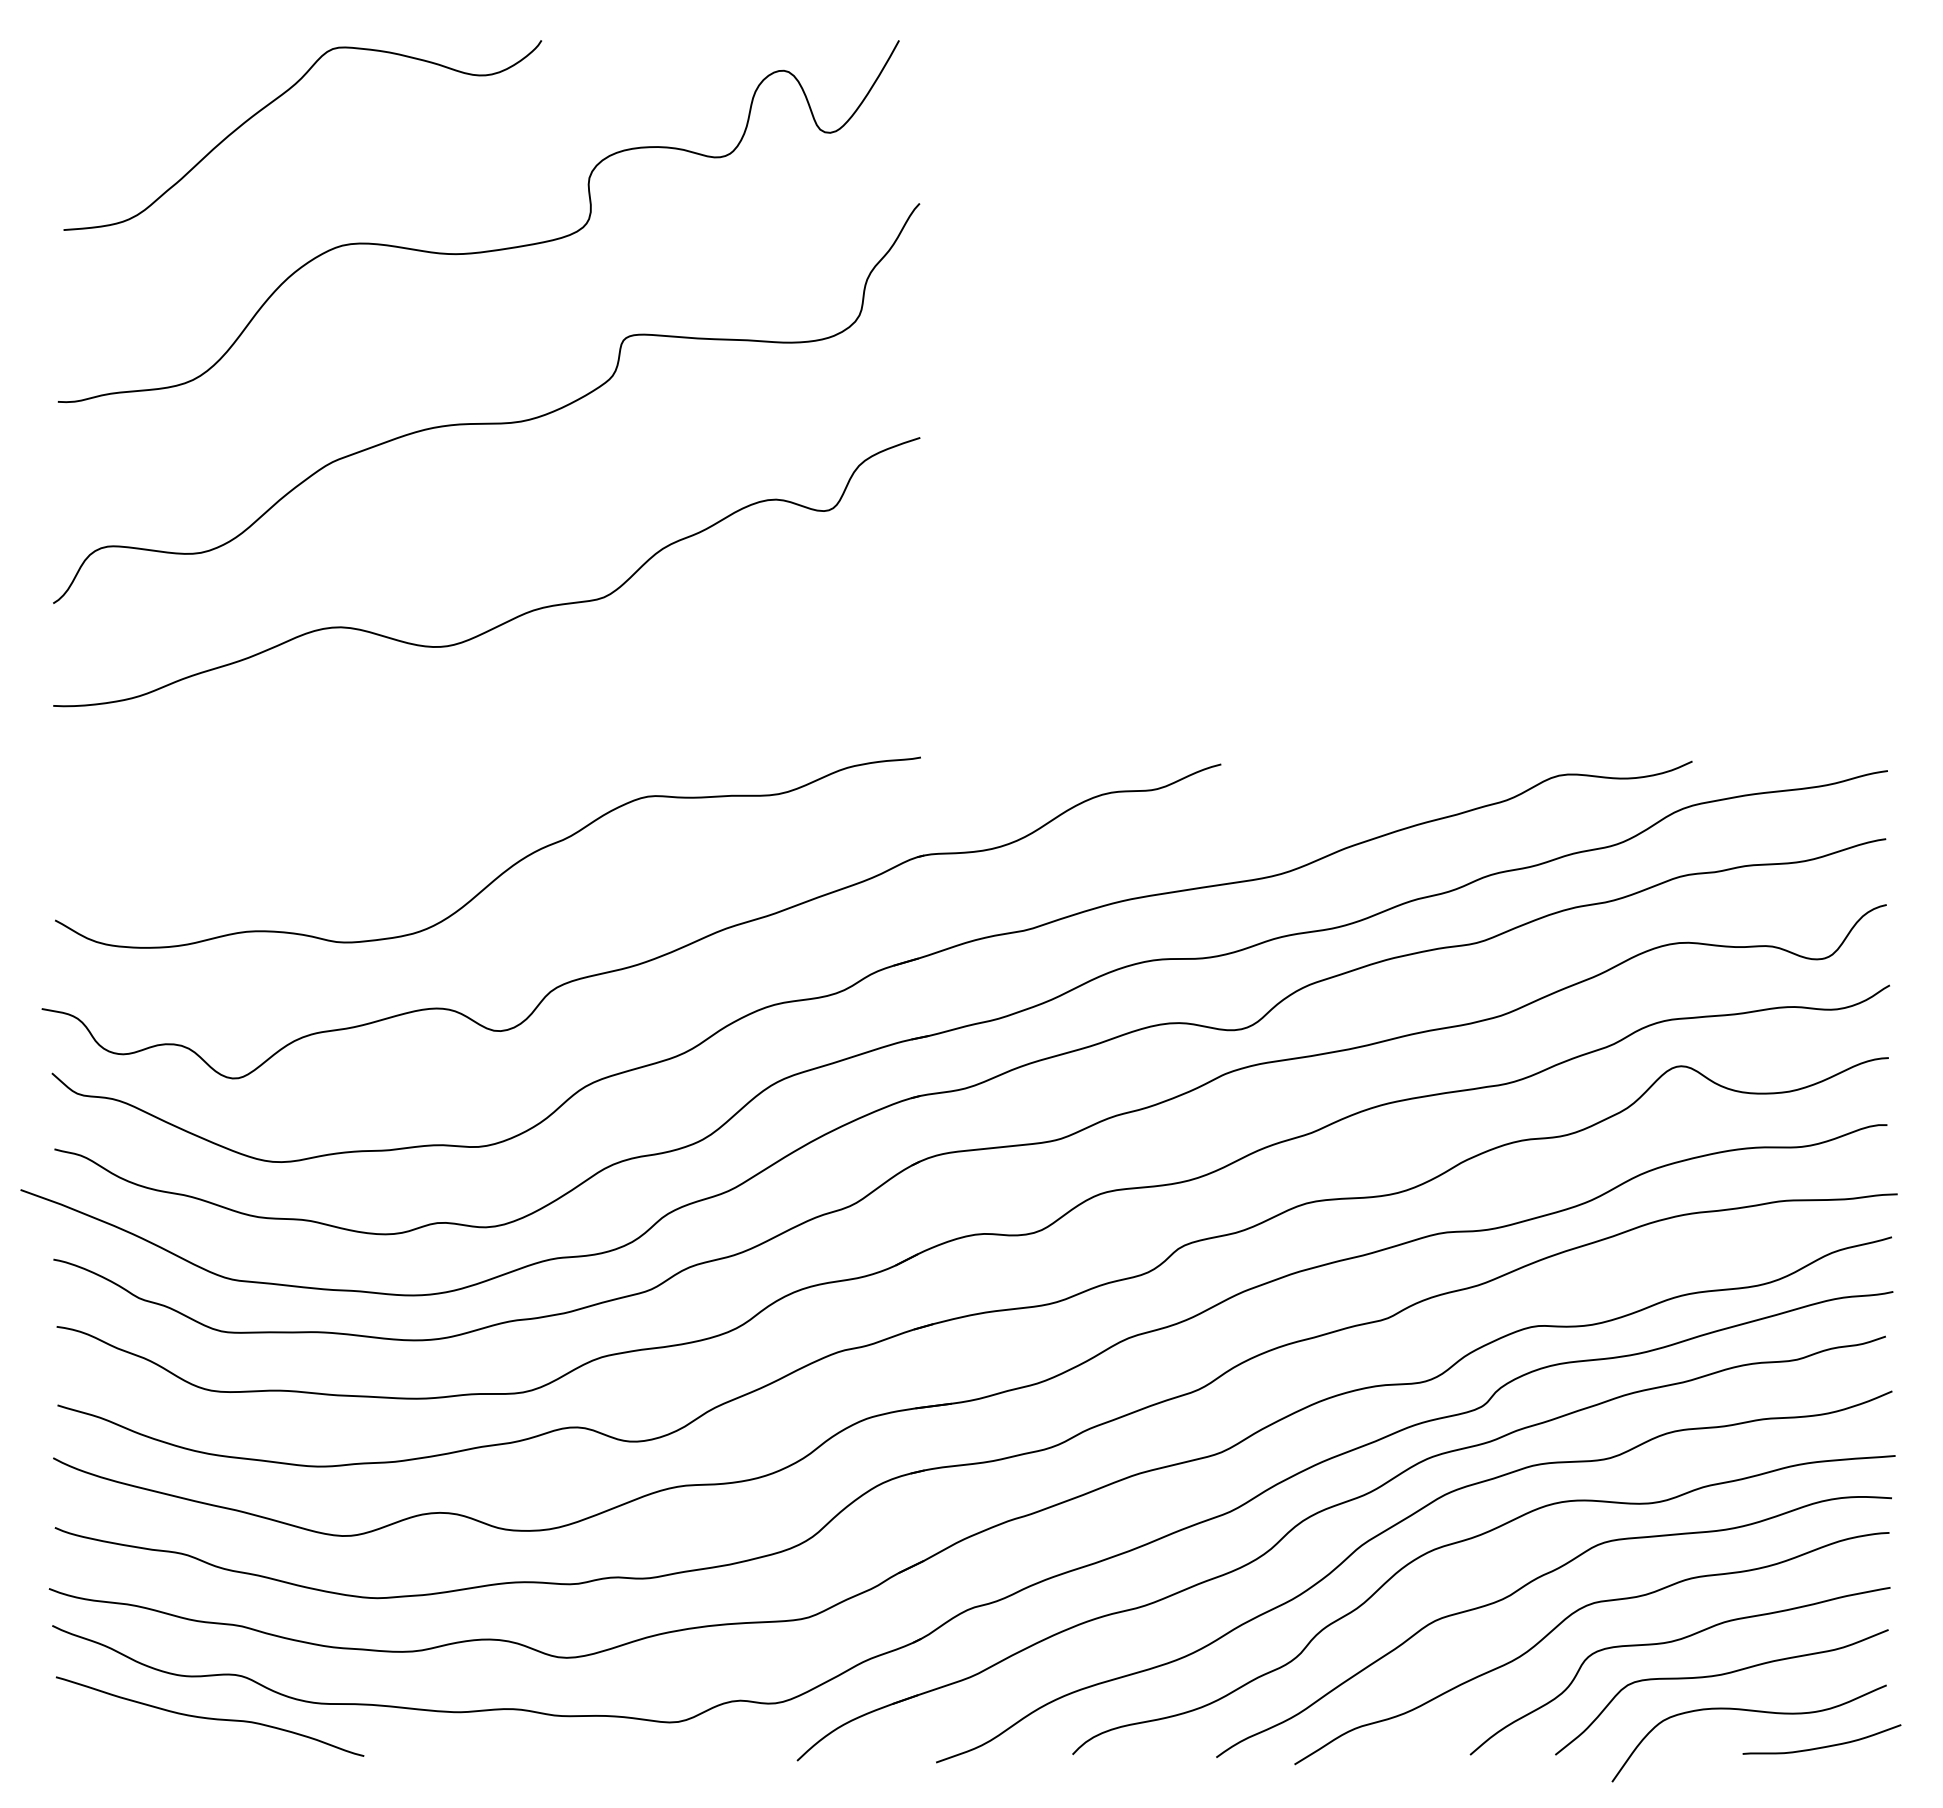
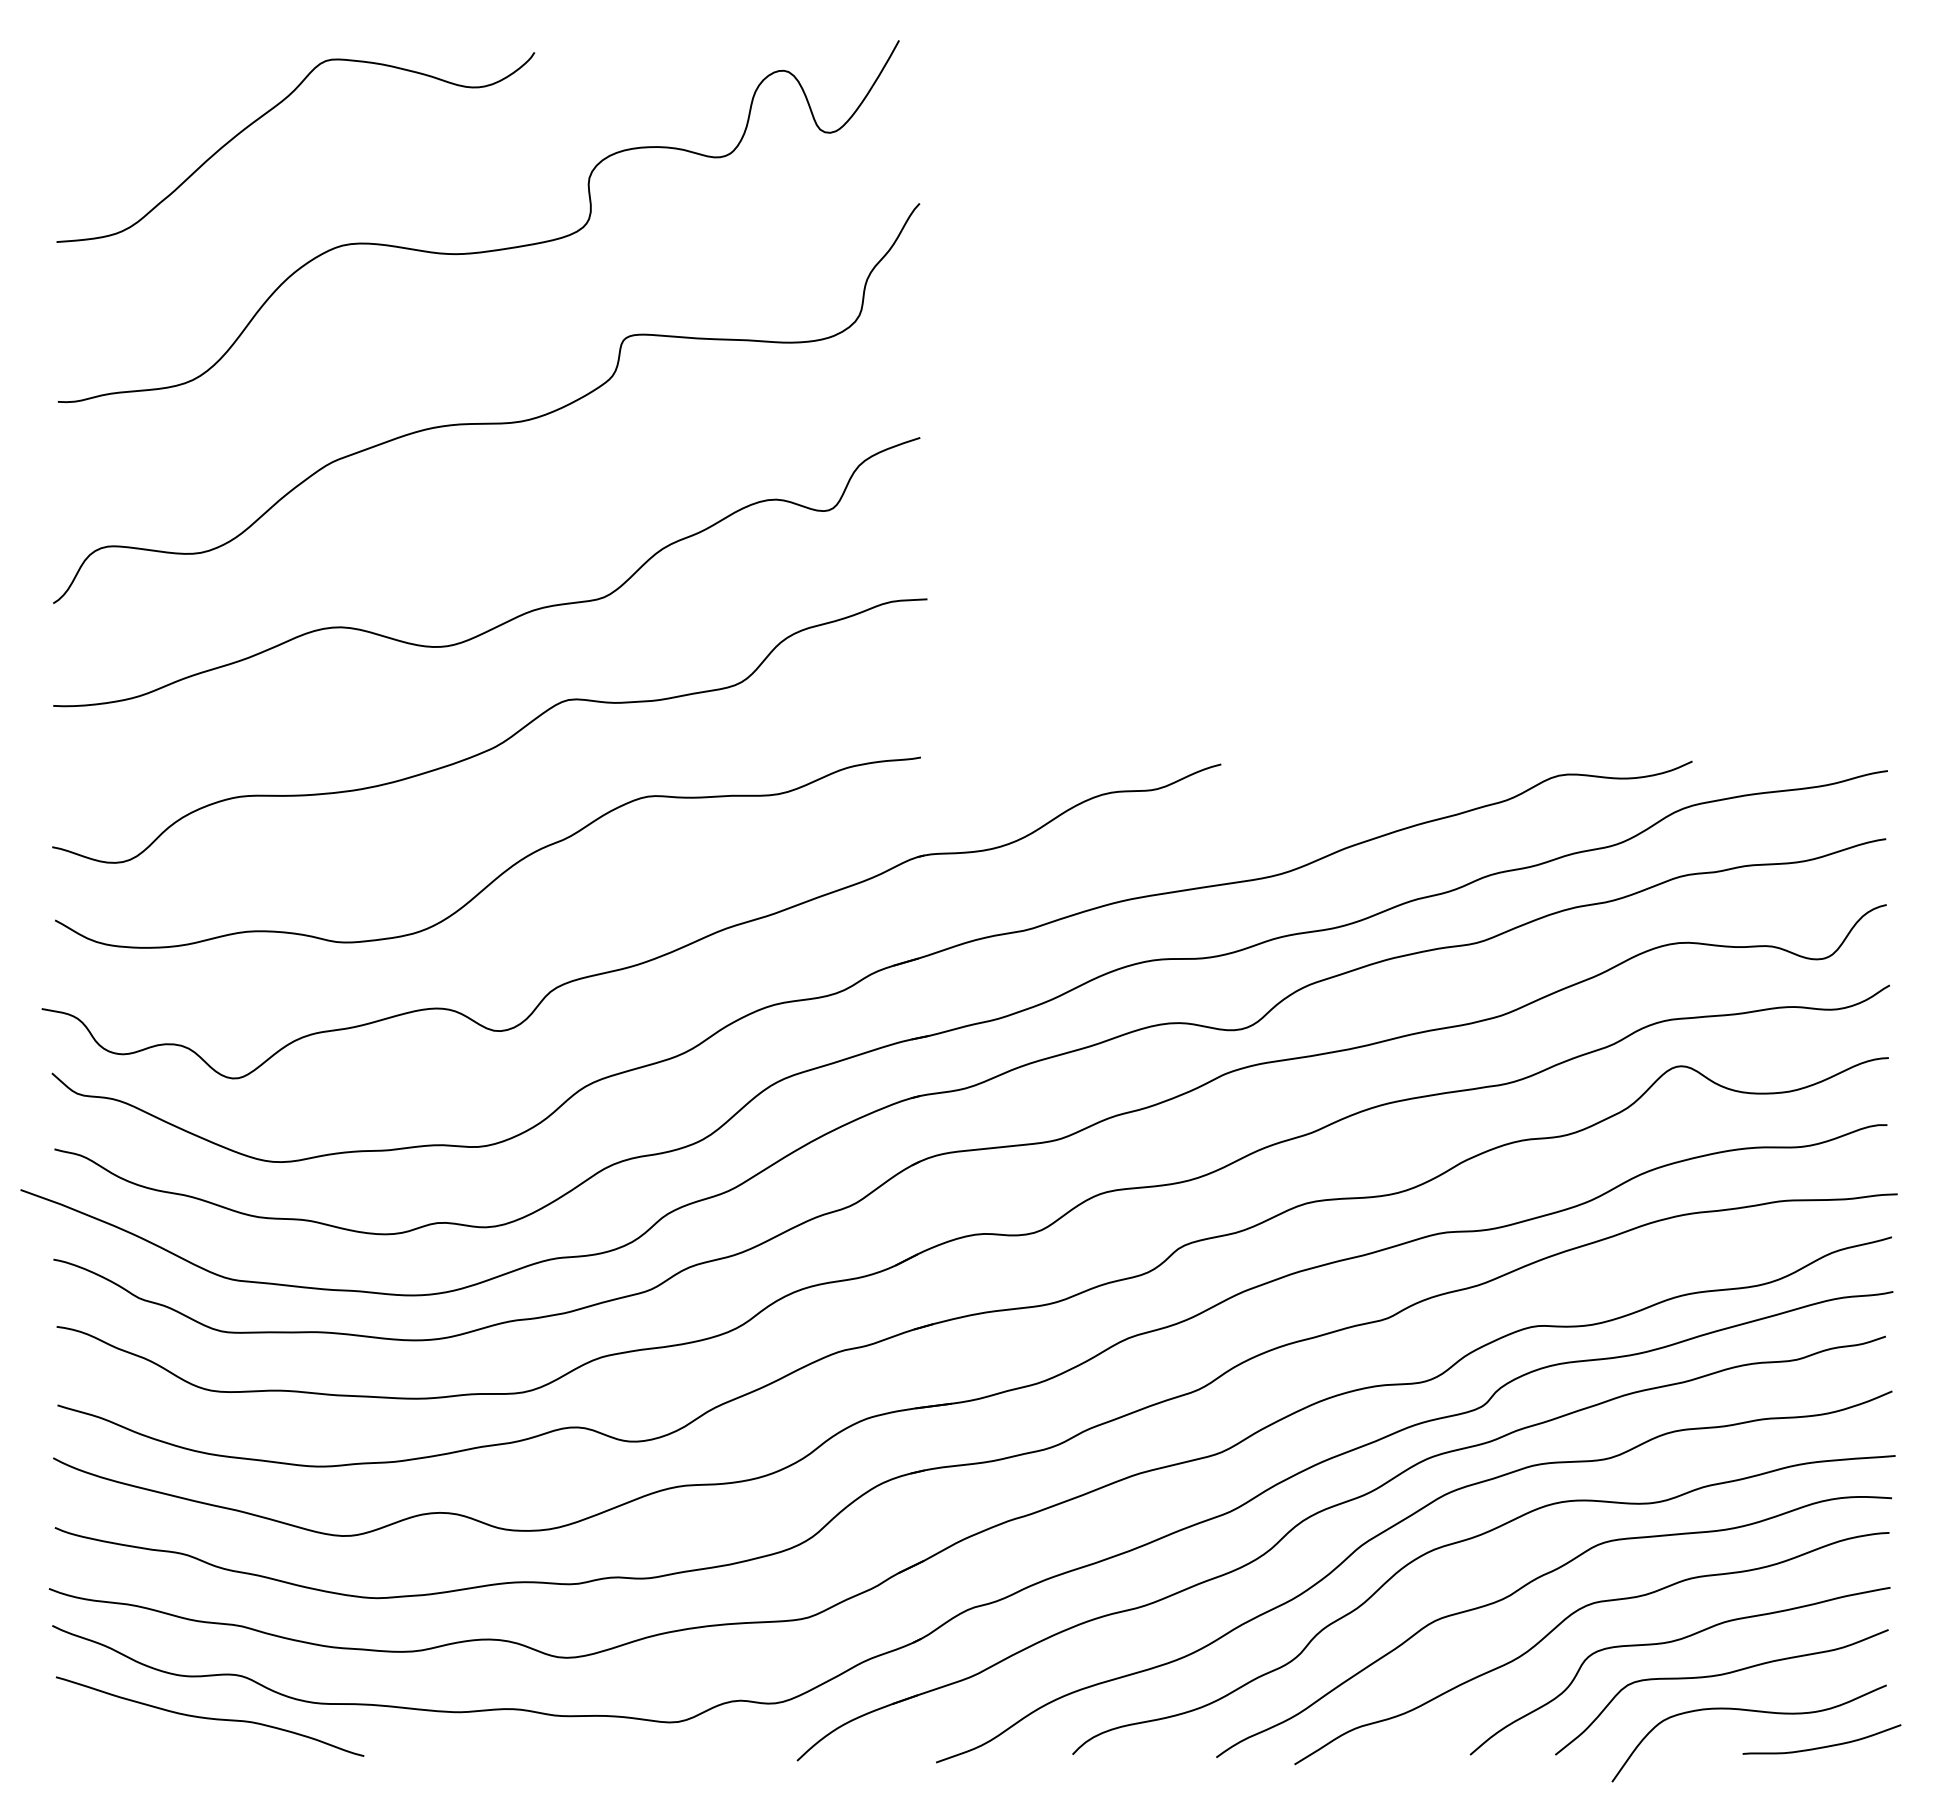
curve at (277, 99) position: (277, 99) -> (270, 111)
curve at (497, 744): none -> present
